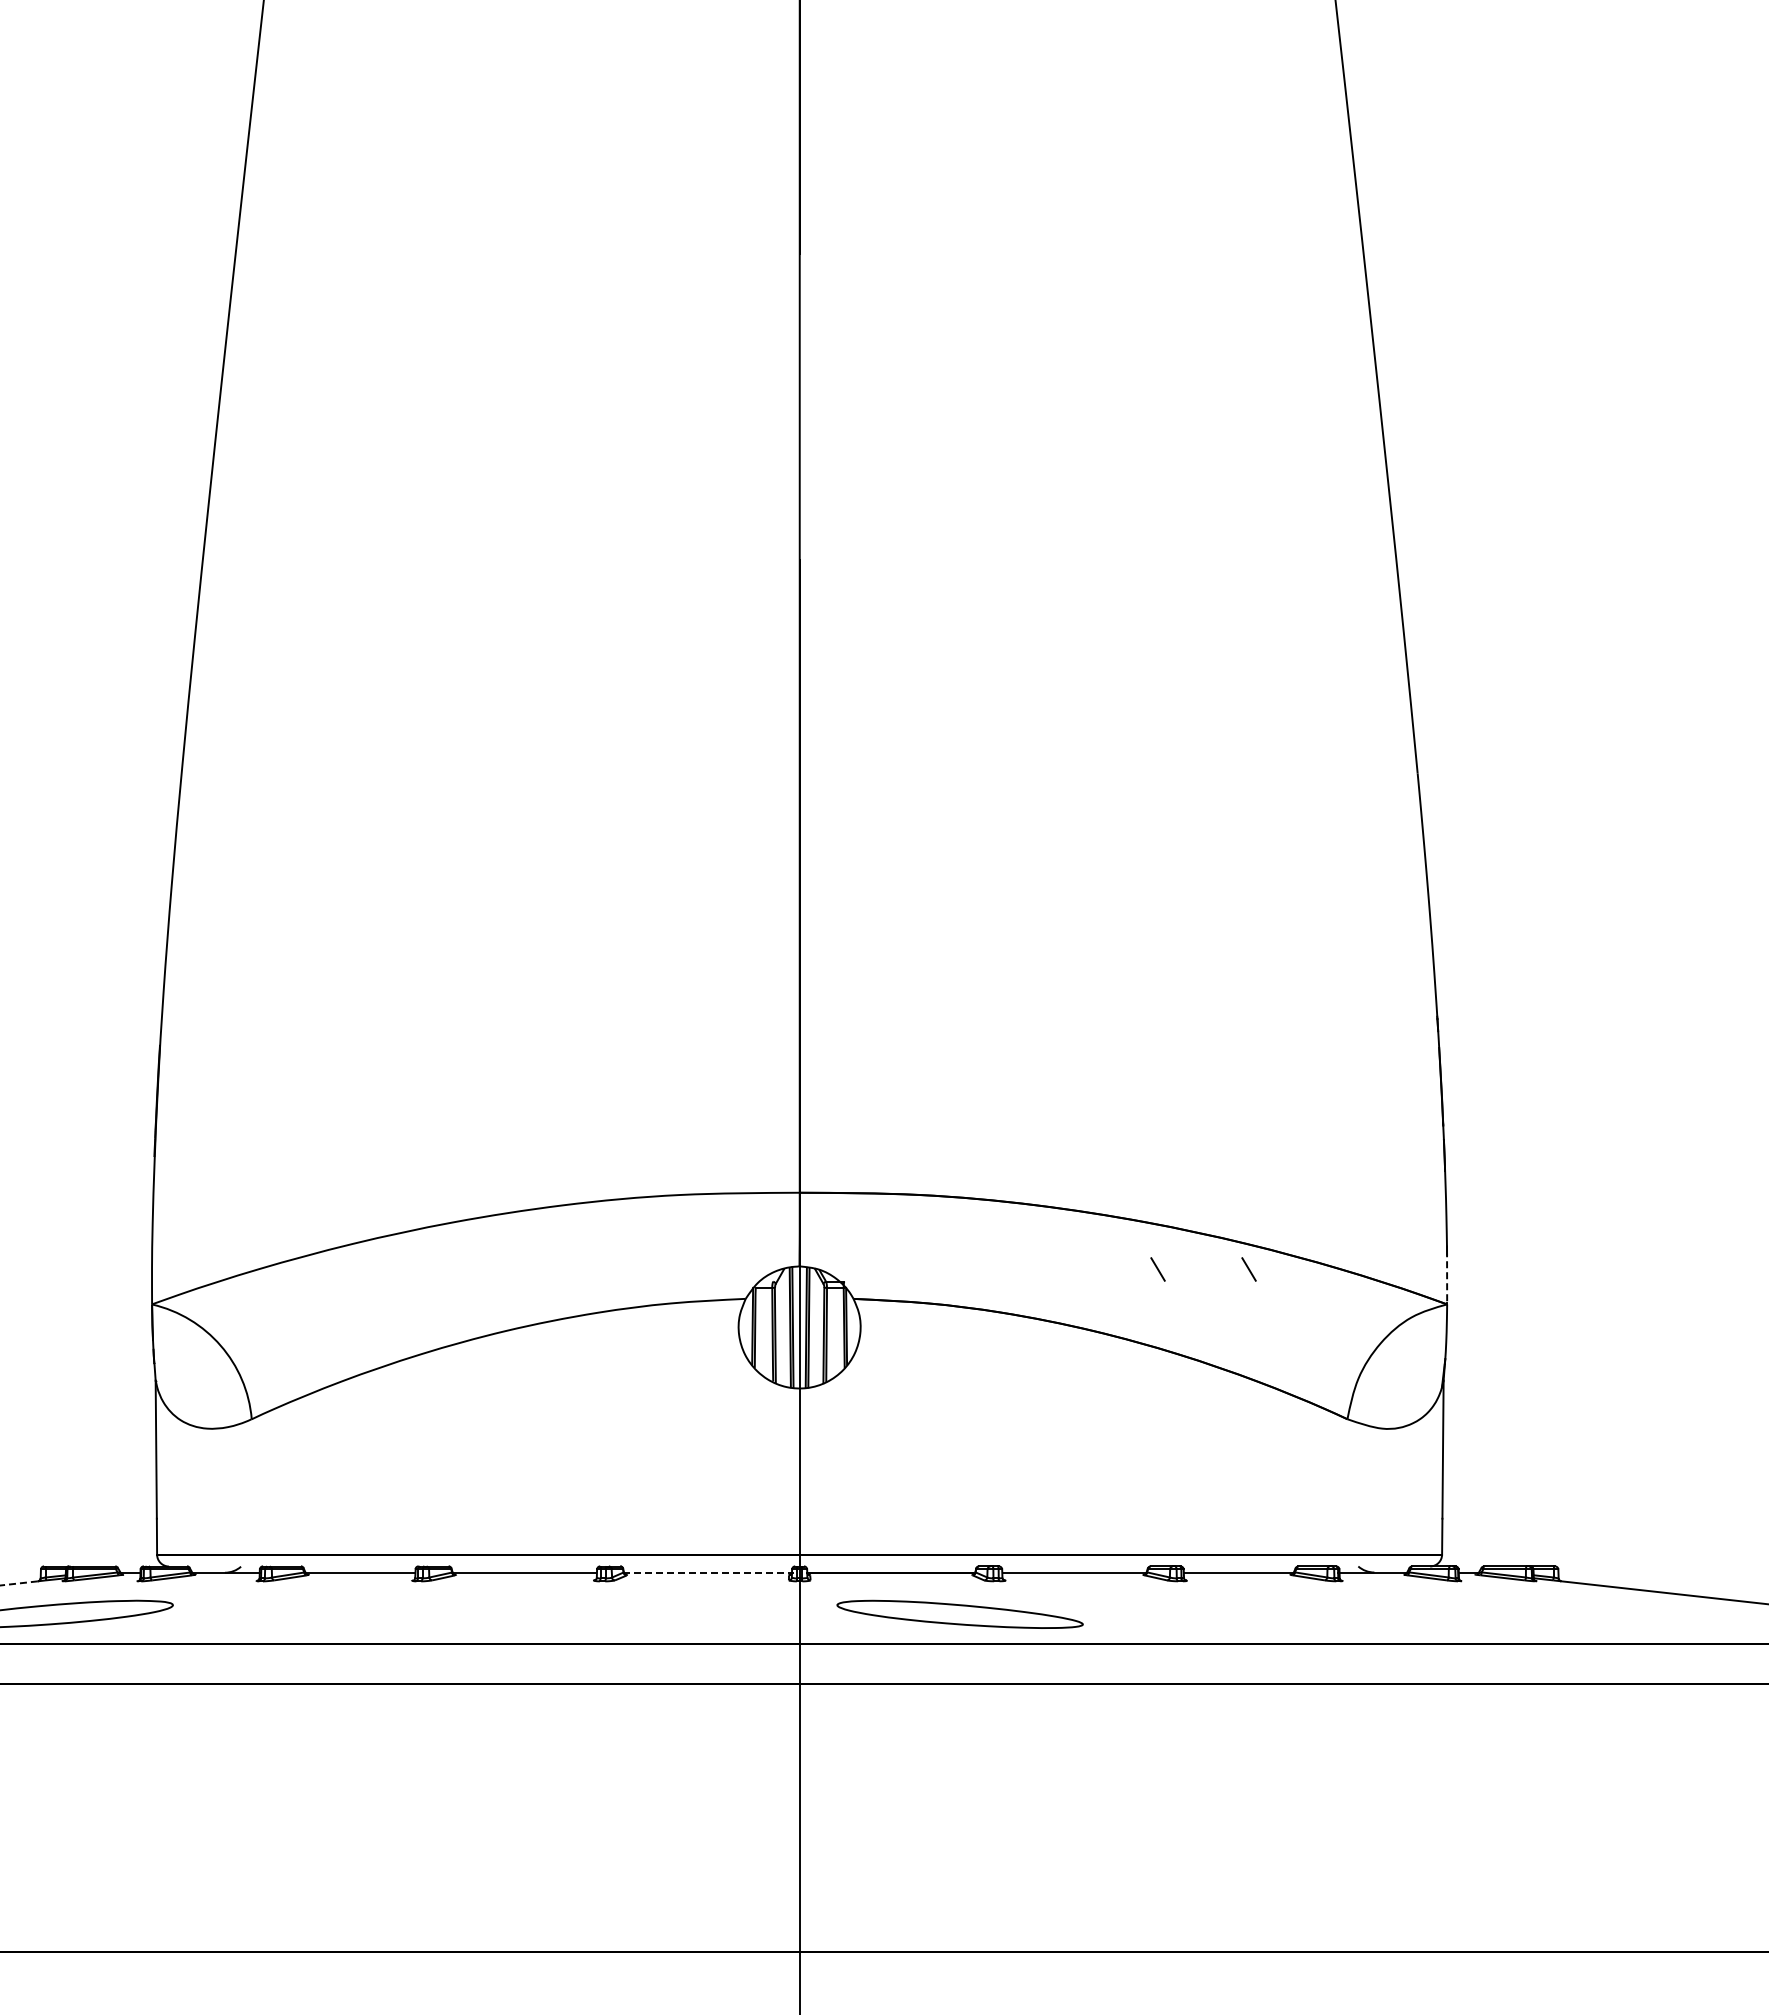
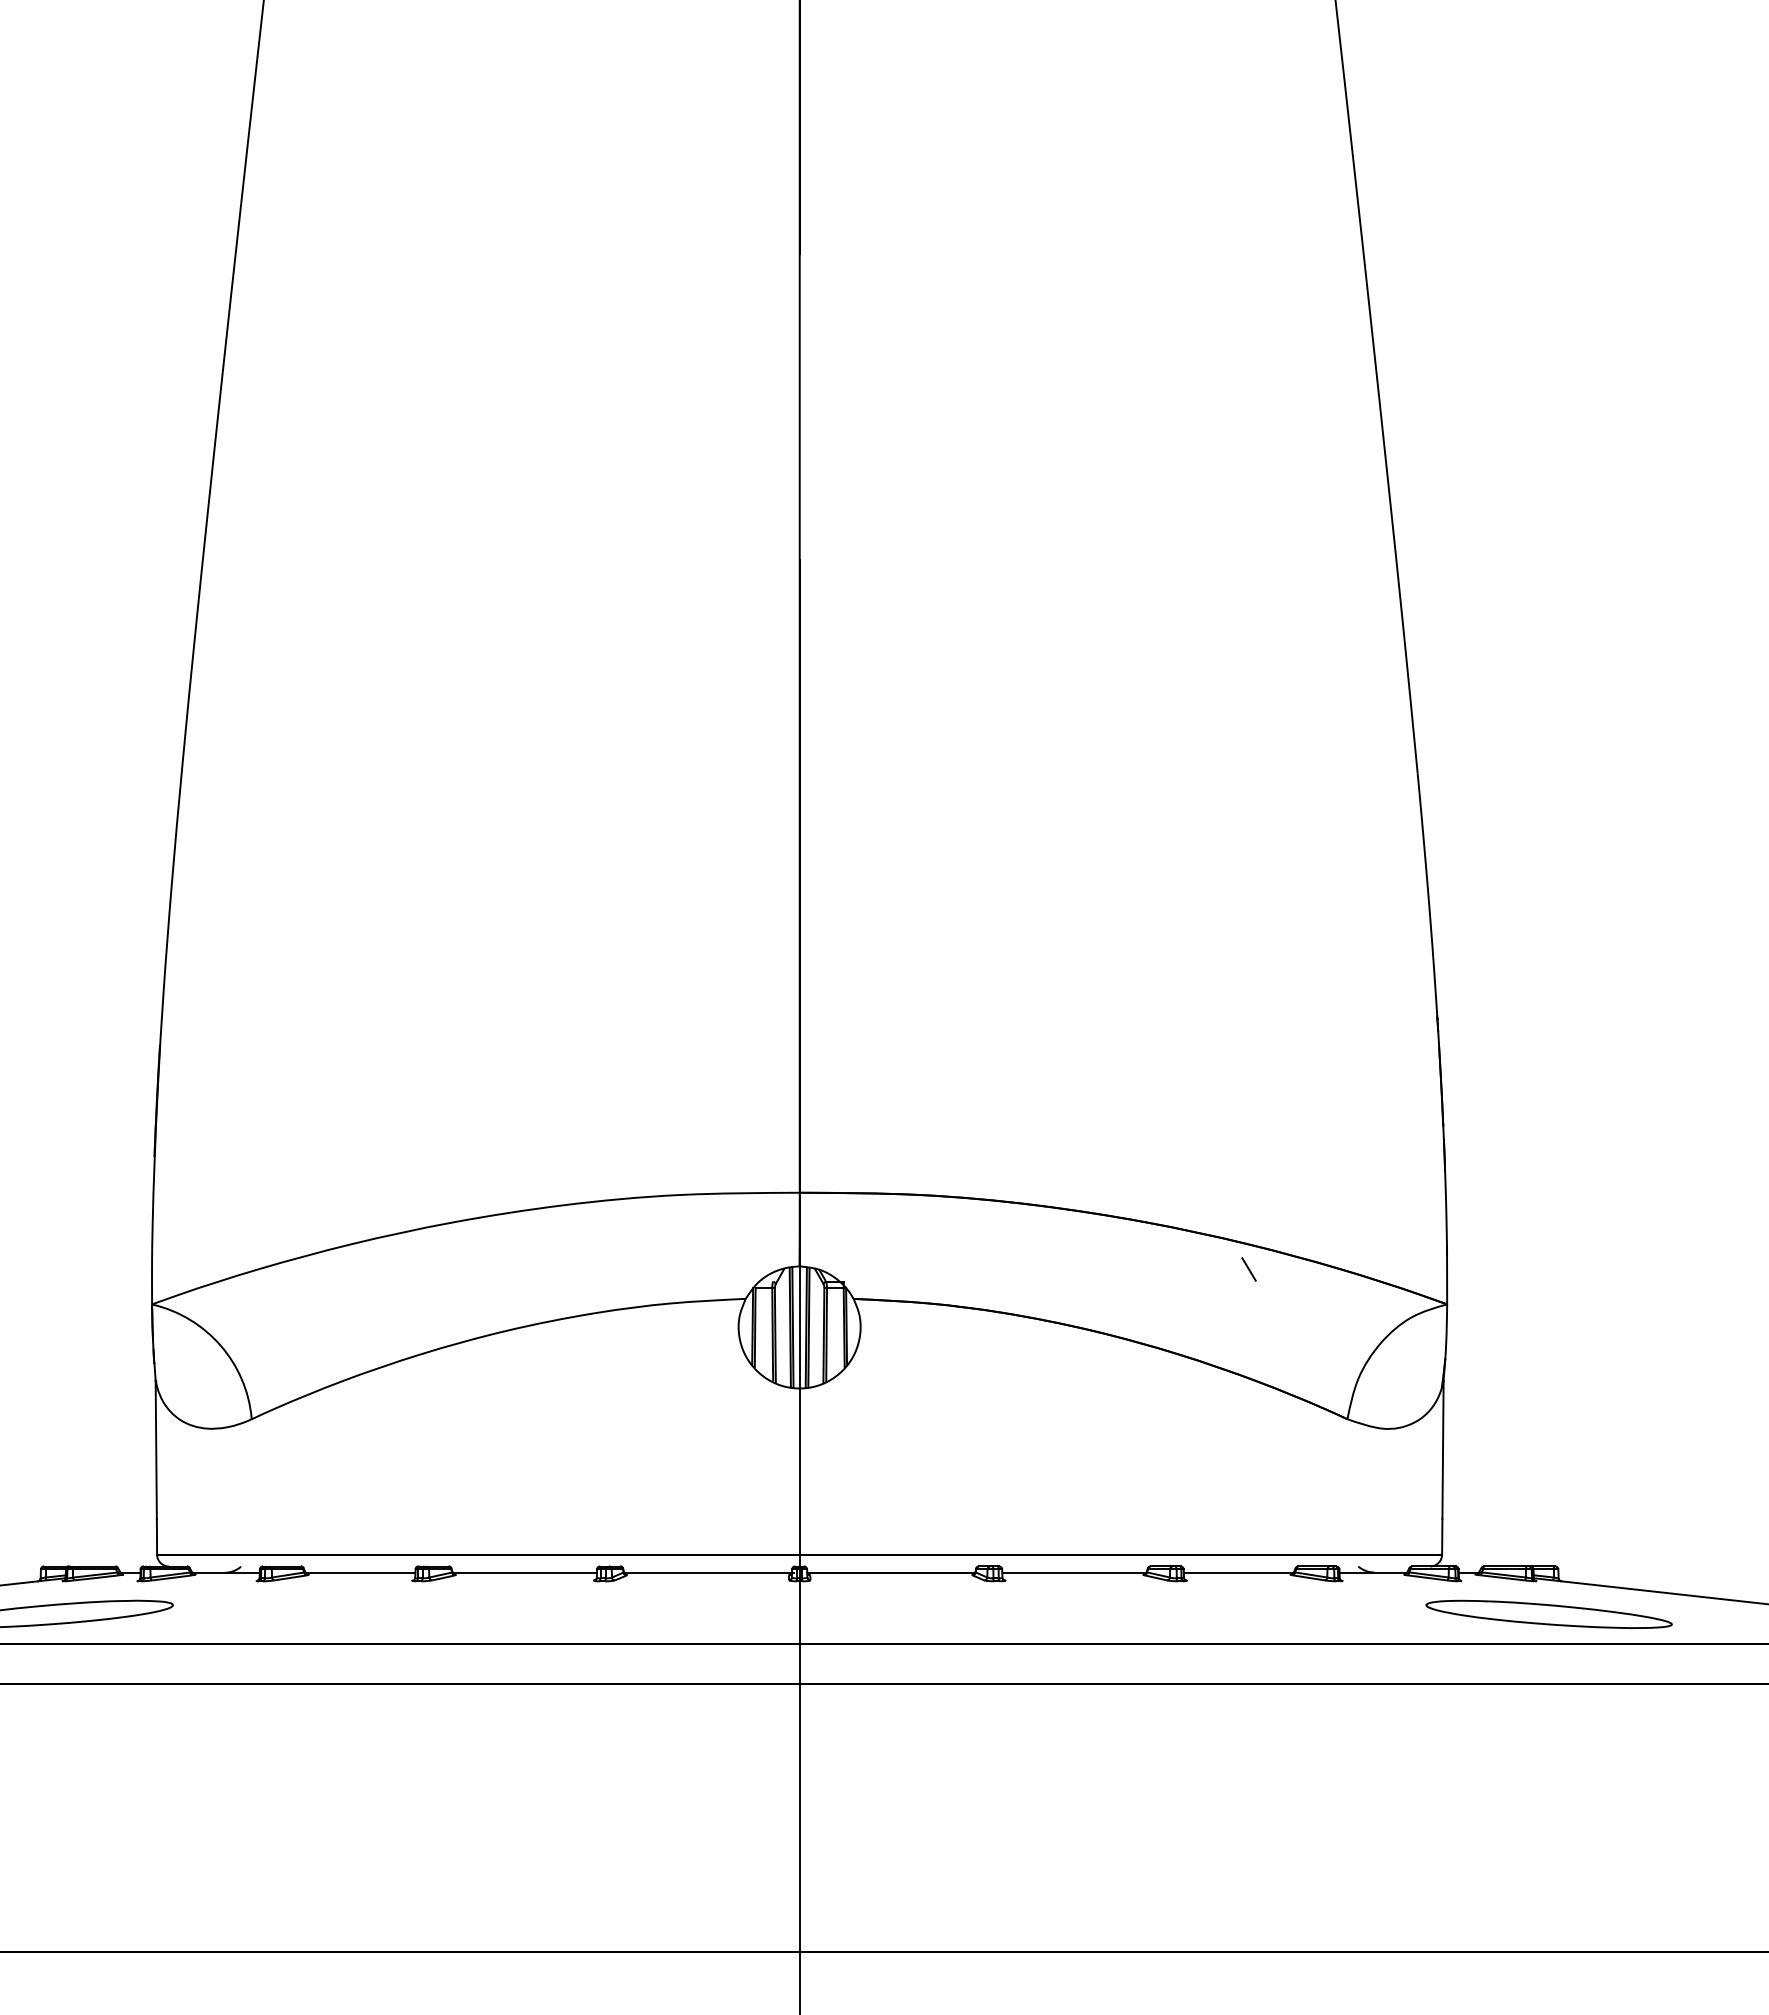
line at (1157, 1269): present -> none
line at (1447, 1277): dashed -> solid
line at (708, 1572): dashed -> solid
line at (18, 1583): dashed -> solid
part at (959, 1613) position: (959, 1613) -> (1548, 1613)
